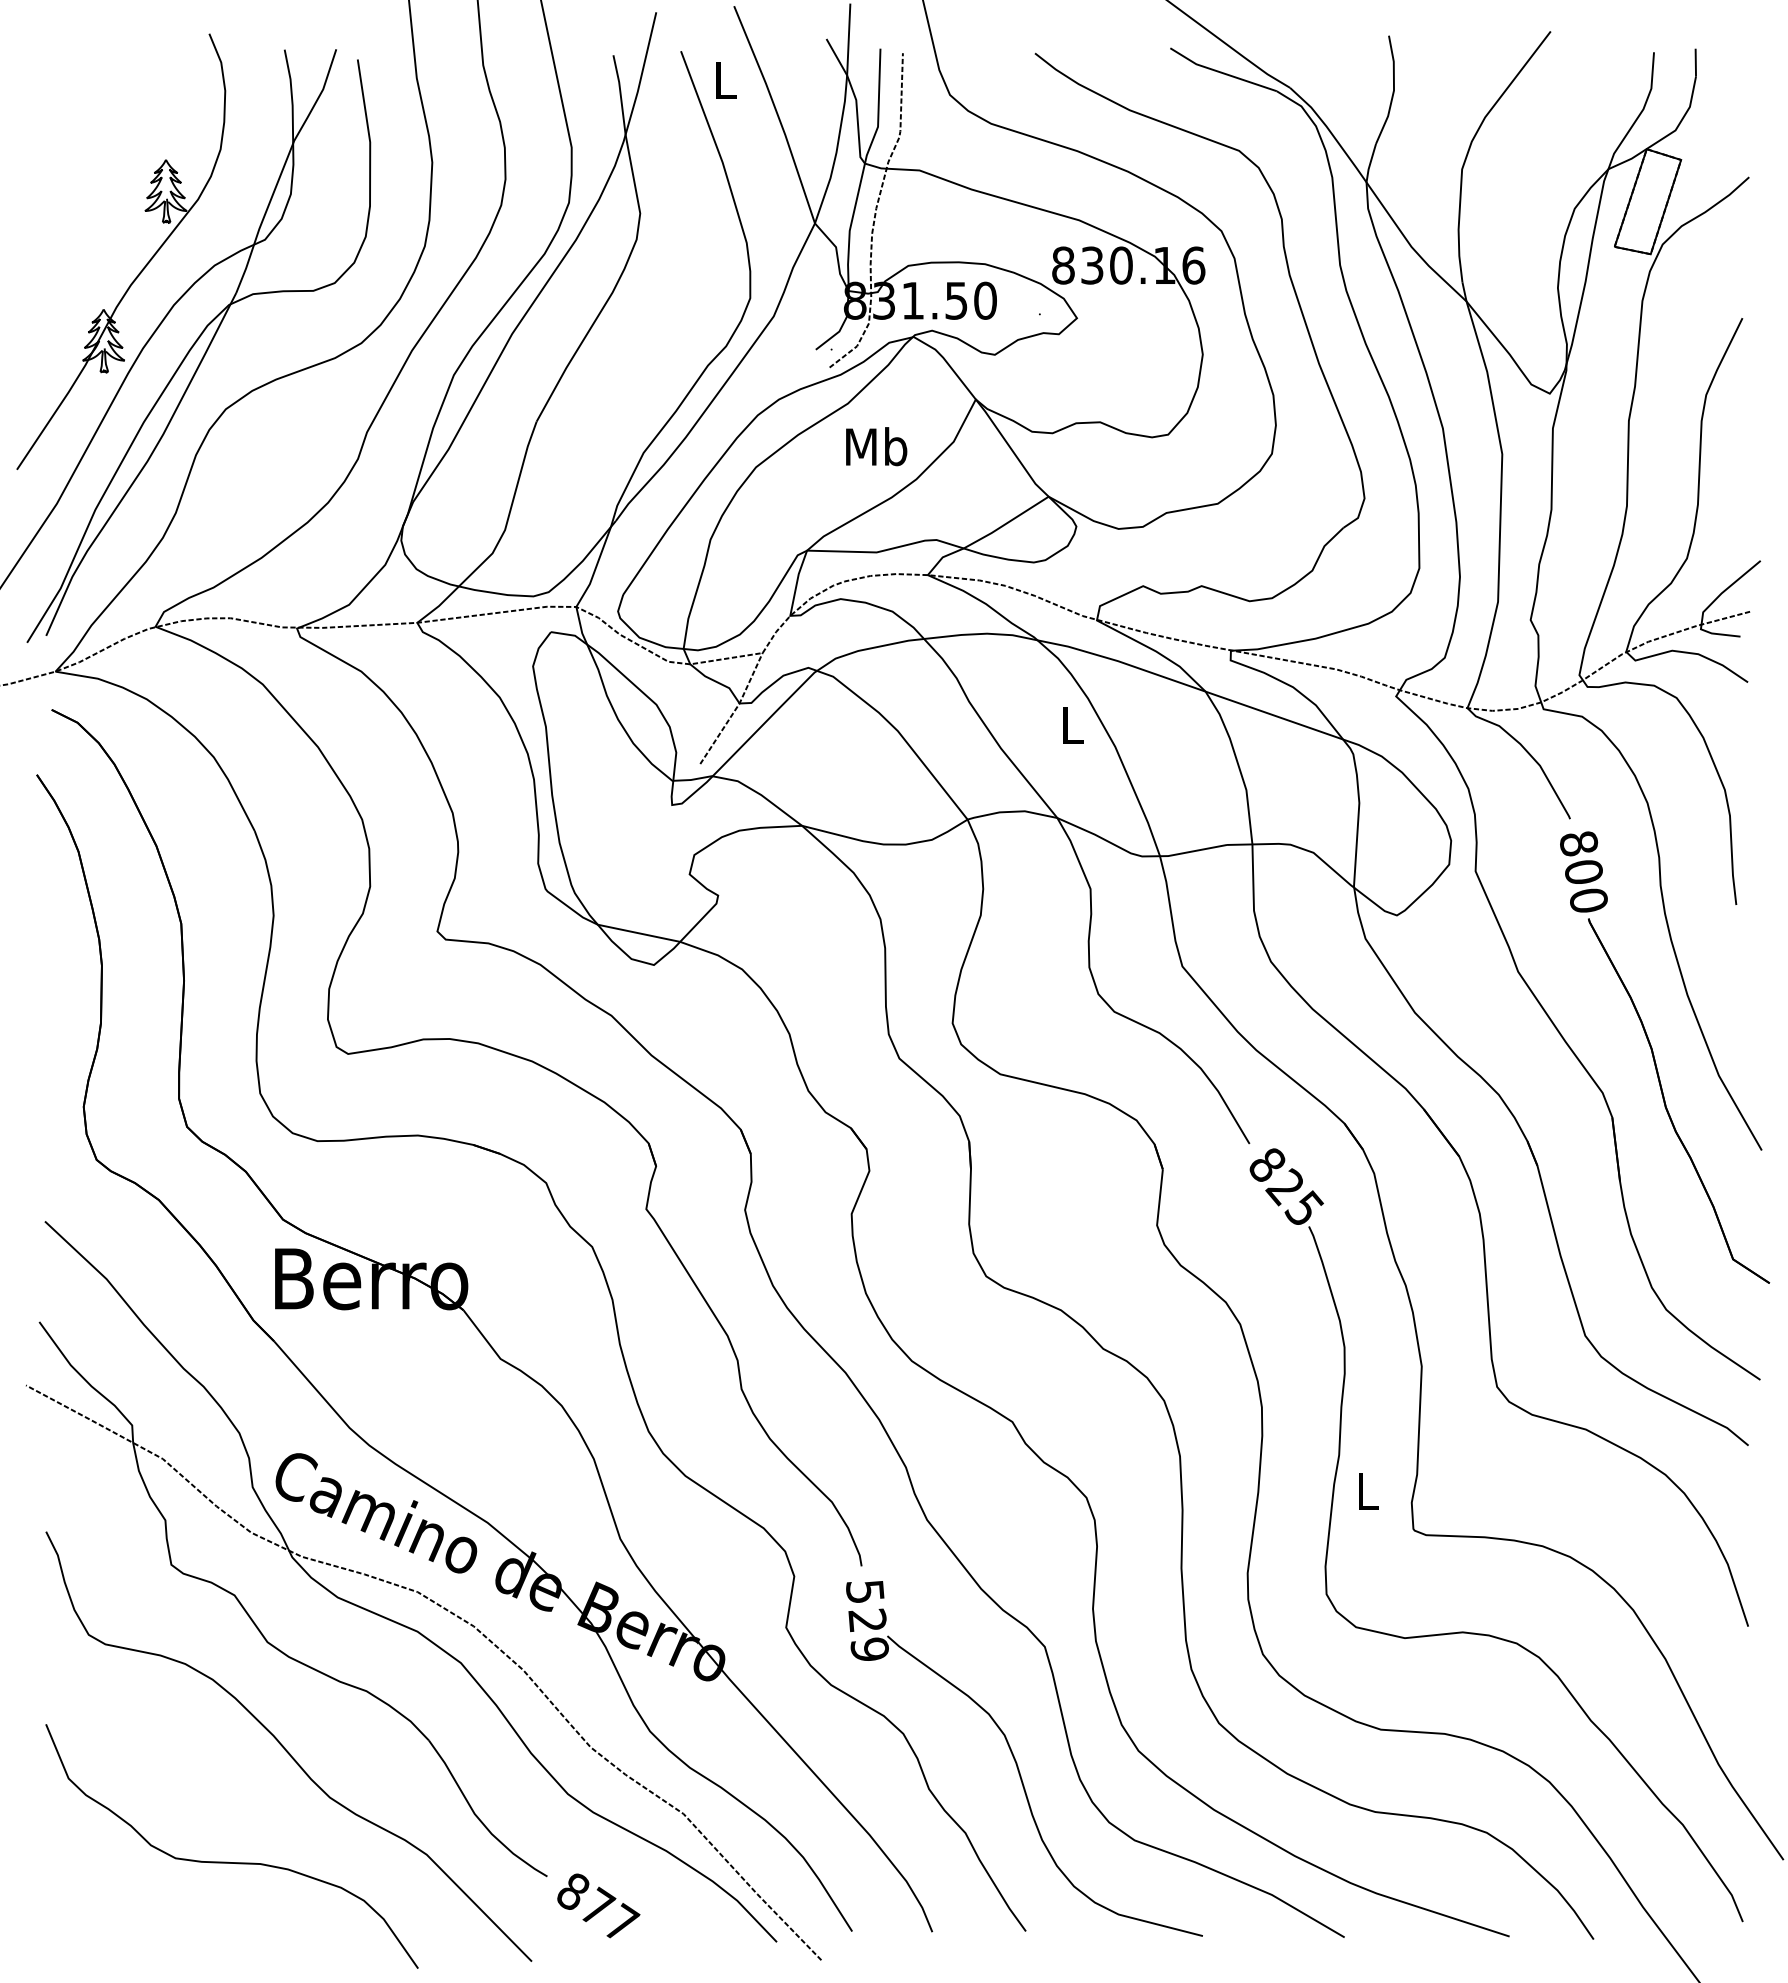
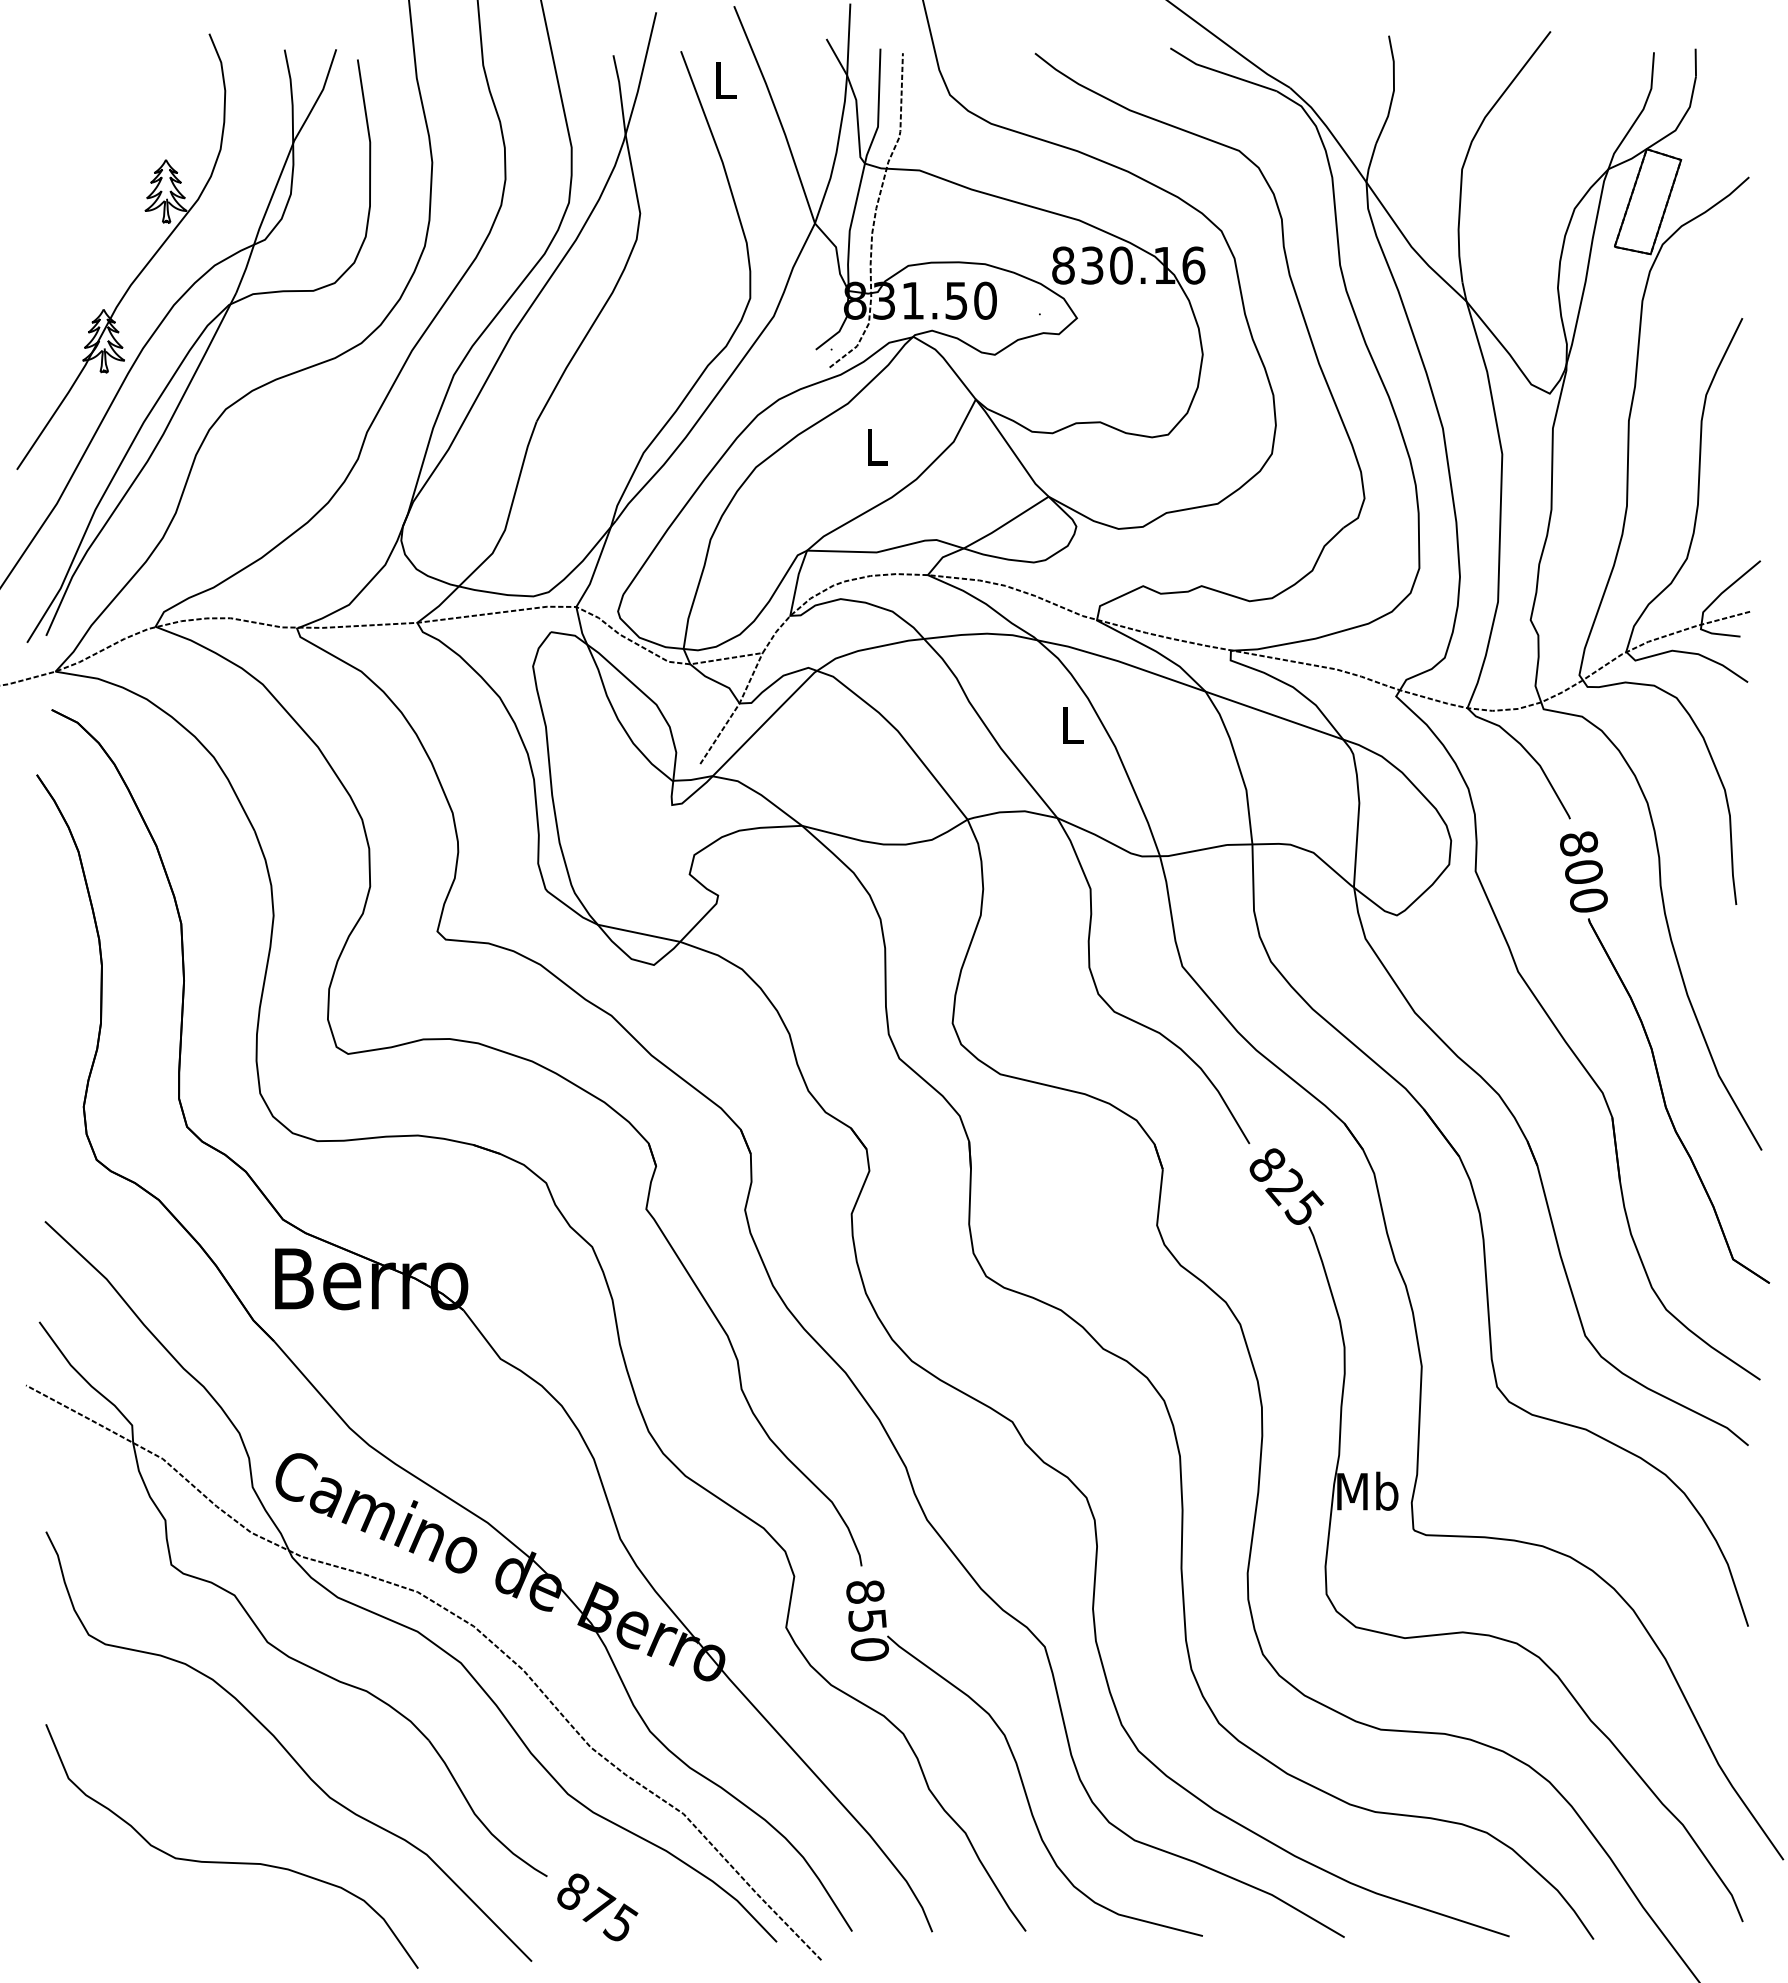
text at (876, 446): Mb -> L
text at (1367, 1490): L -> Mb
text at (867, 1620): 529 -> 850
text at (621, 1922): 877 -> 875
